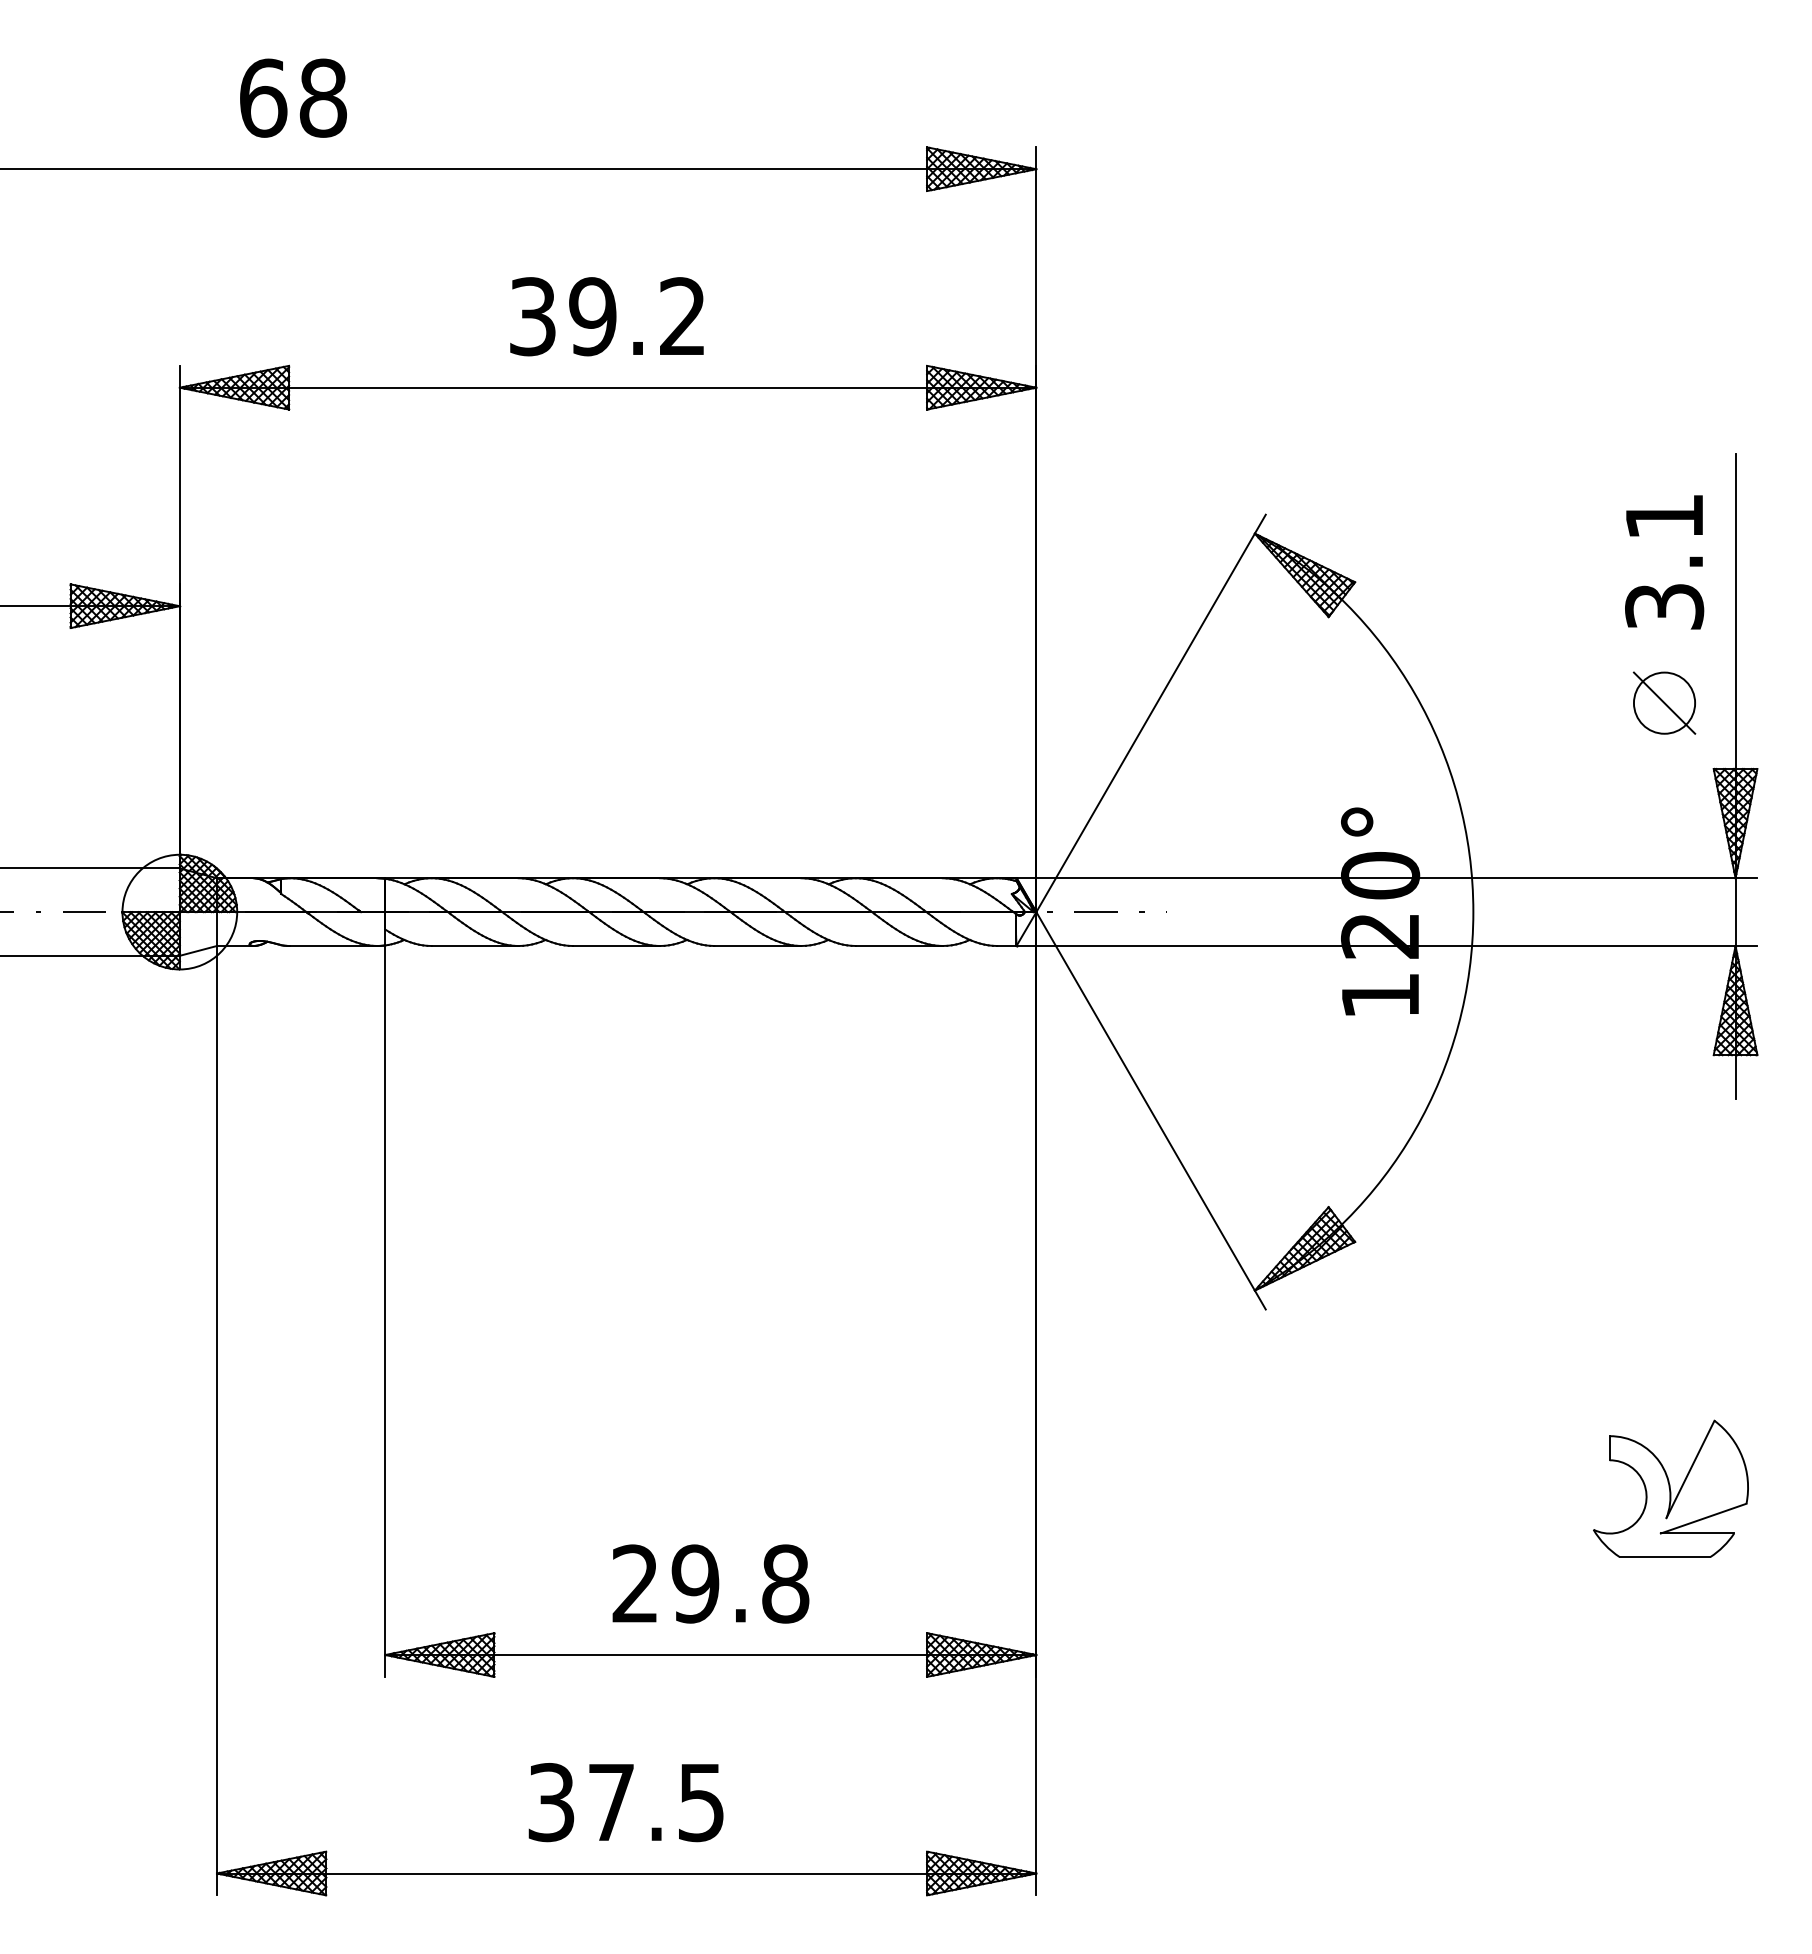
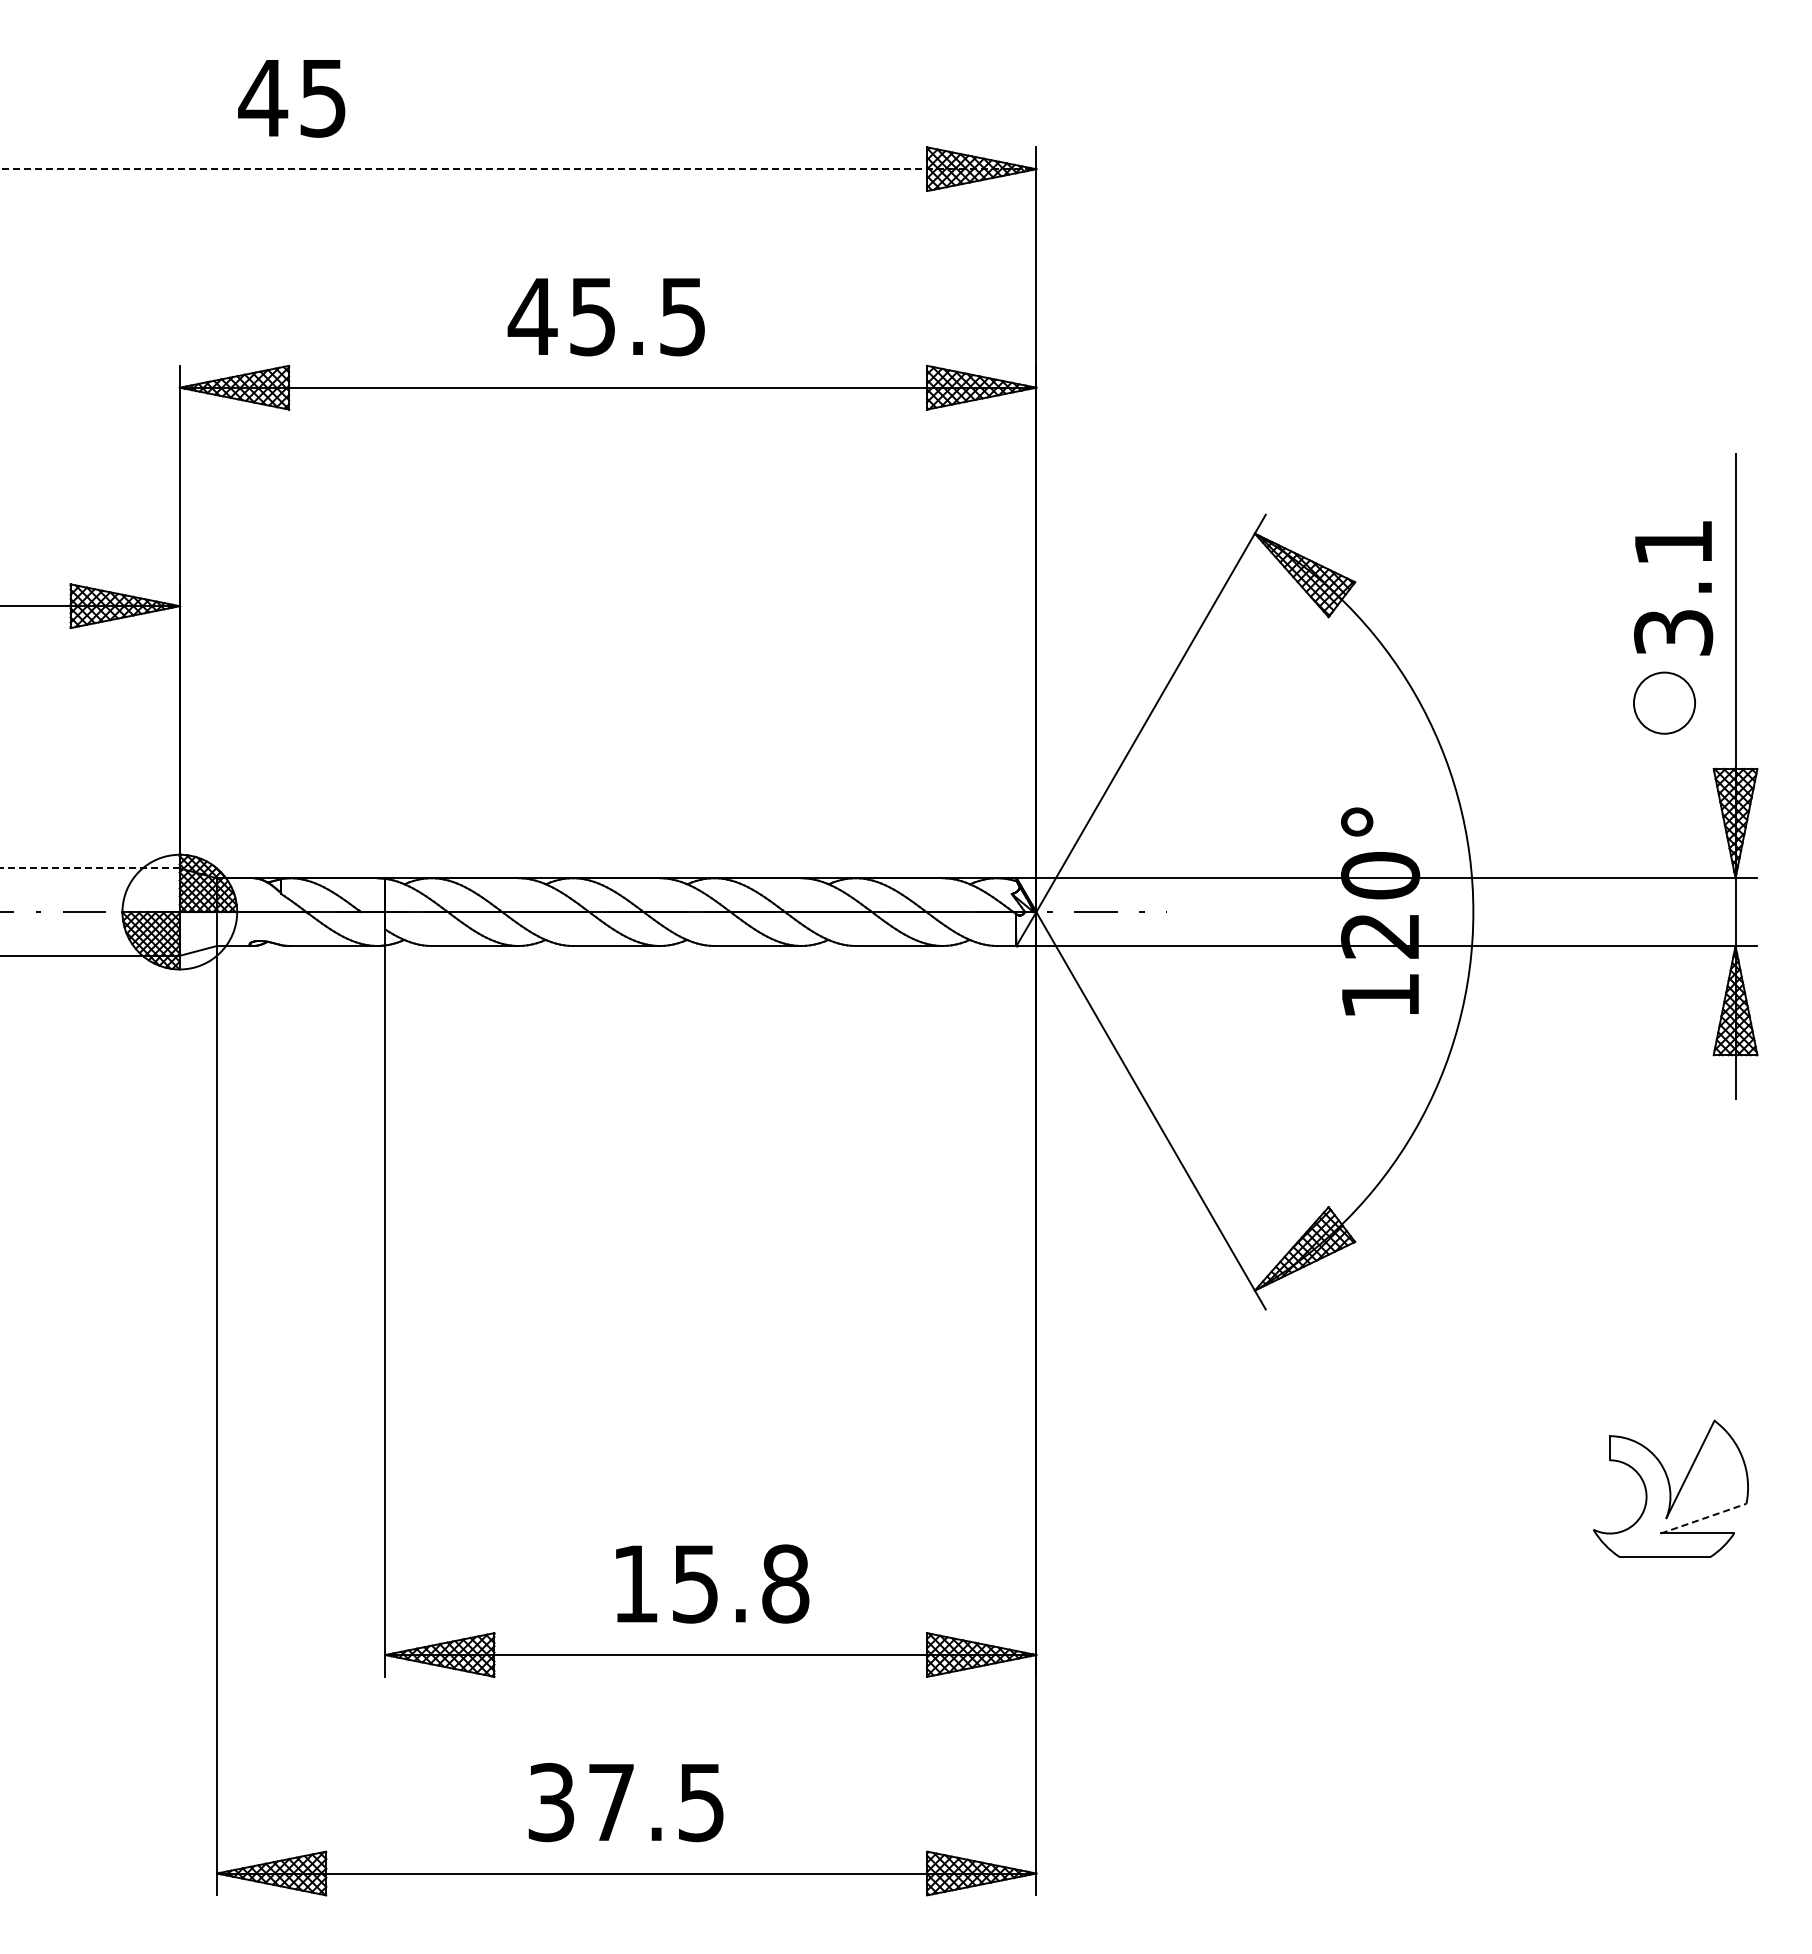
text at (292, 97): 68 -> 45
line at (518, 169): solid -> dashed
text at (605, 316): 39.2 -> 45.5
text at (1664, 562) position: (1664, 562) -> (1673, 588)
line at (1664, 702): present -> none
line at (89, 868): solid -> dashed
line at (1704, 1518): solid -> dashed
text at (665, 1583): 29.8 -> 15.8
